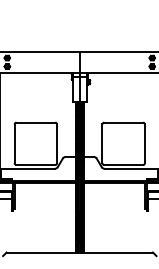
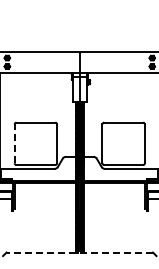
line at (14, 143): solid -> dashed
line at (79, 252): solid -> dashed
